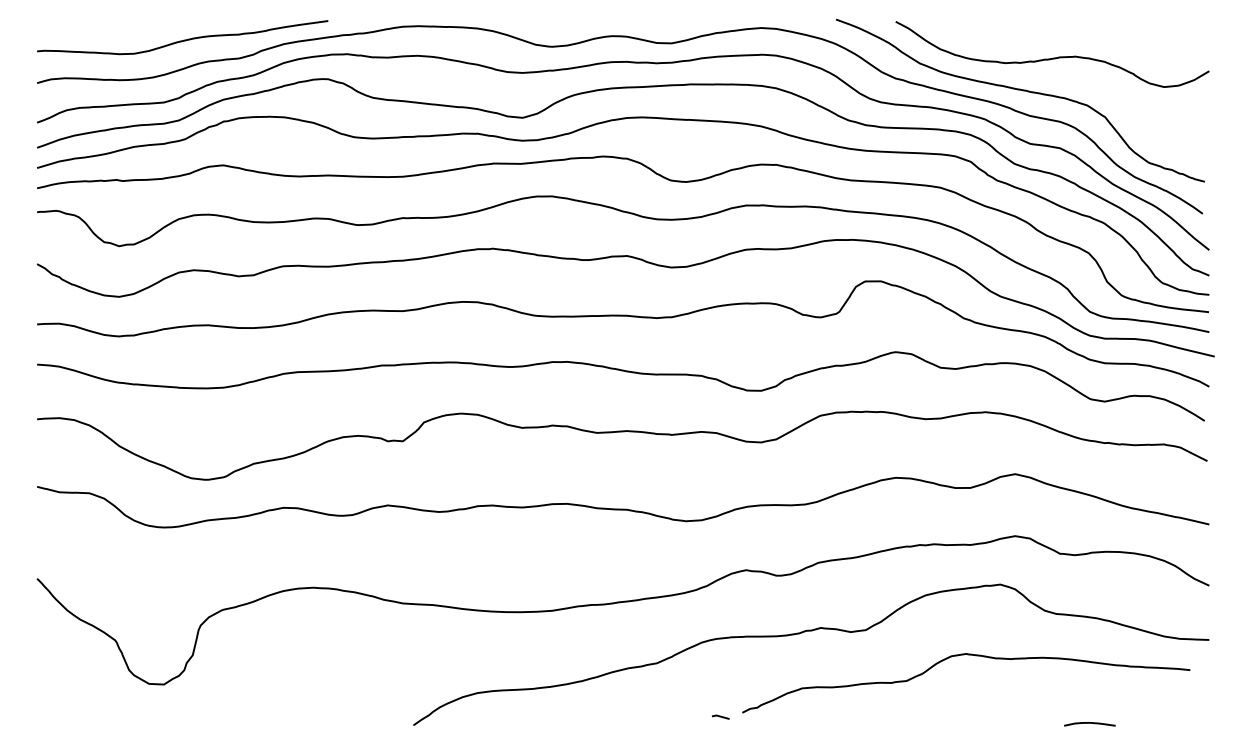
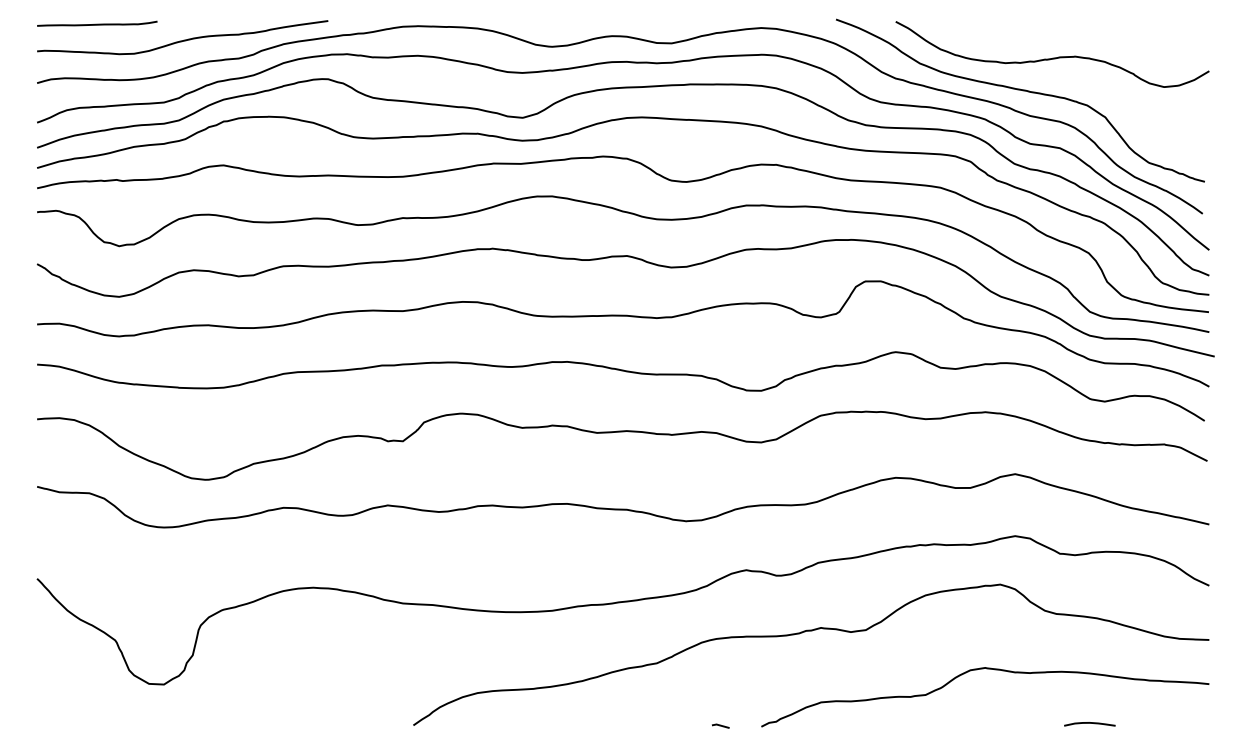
curve at (97, 23): none -> present
curve at (967, 655) position: (967, 655) -> (986, 669)
line at (720, 716) position: (720, 716) -> (720, 725)
